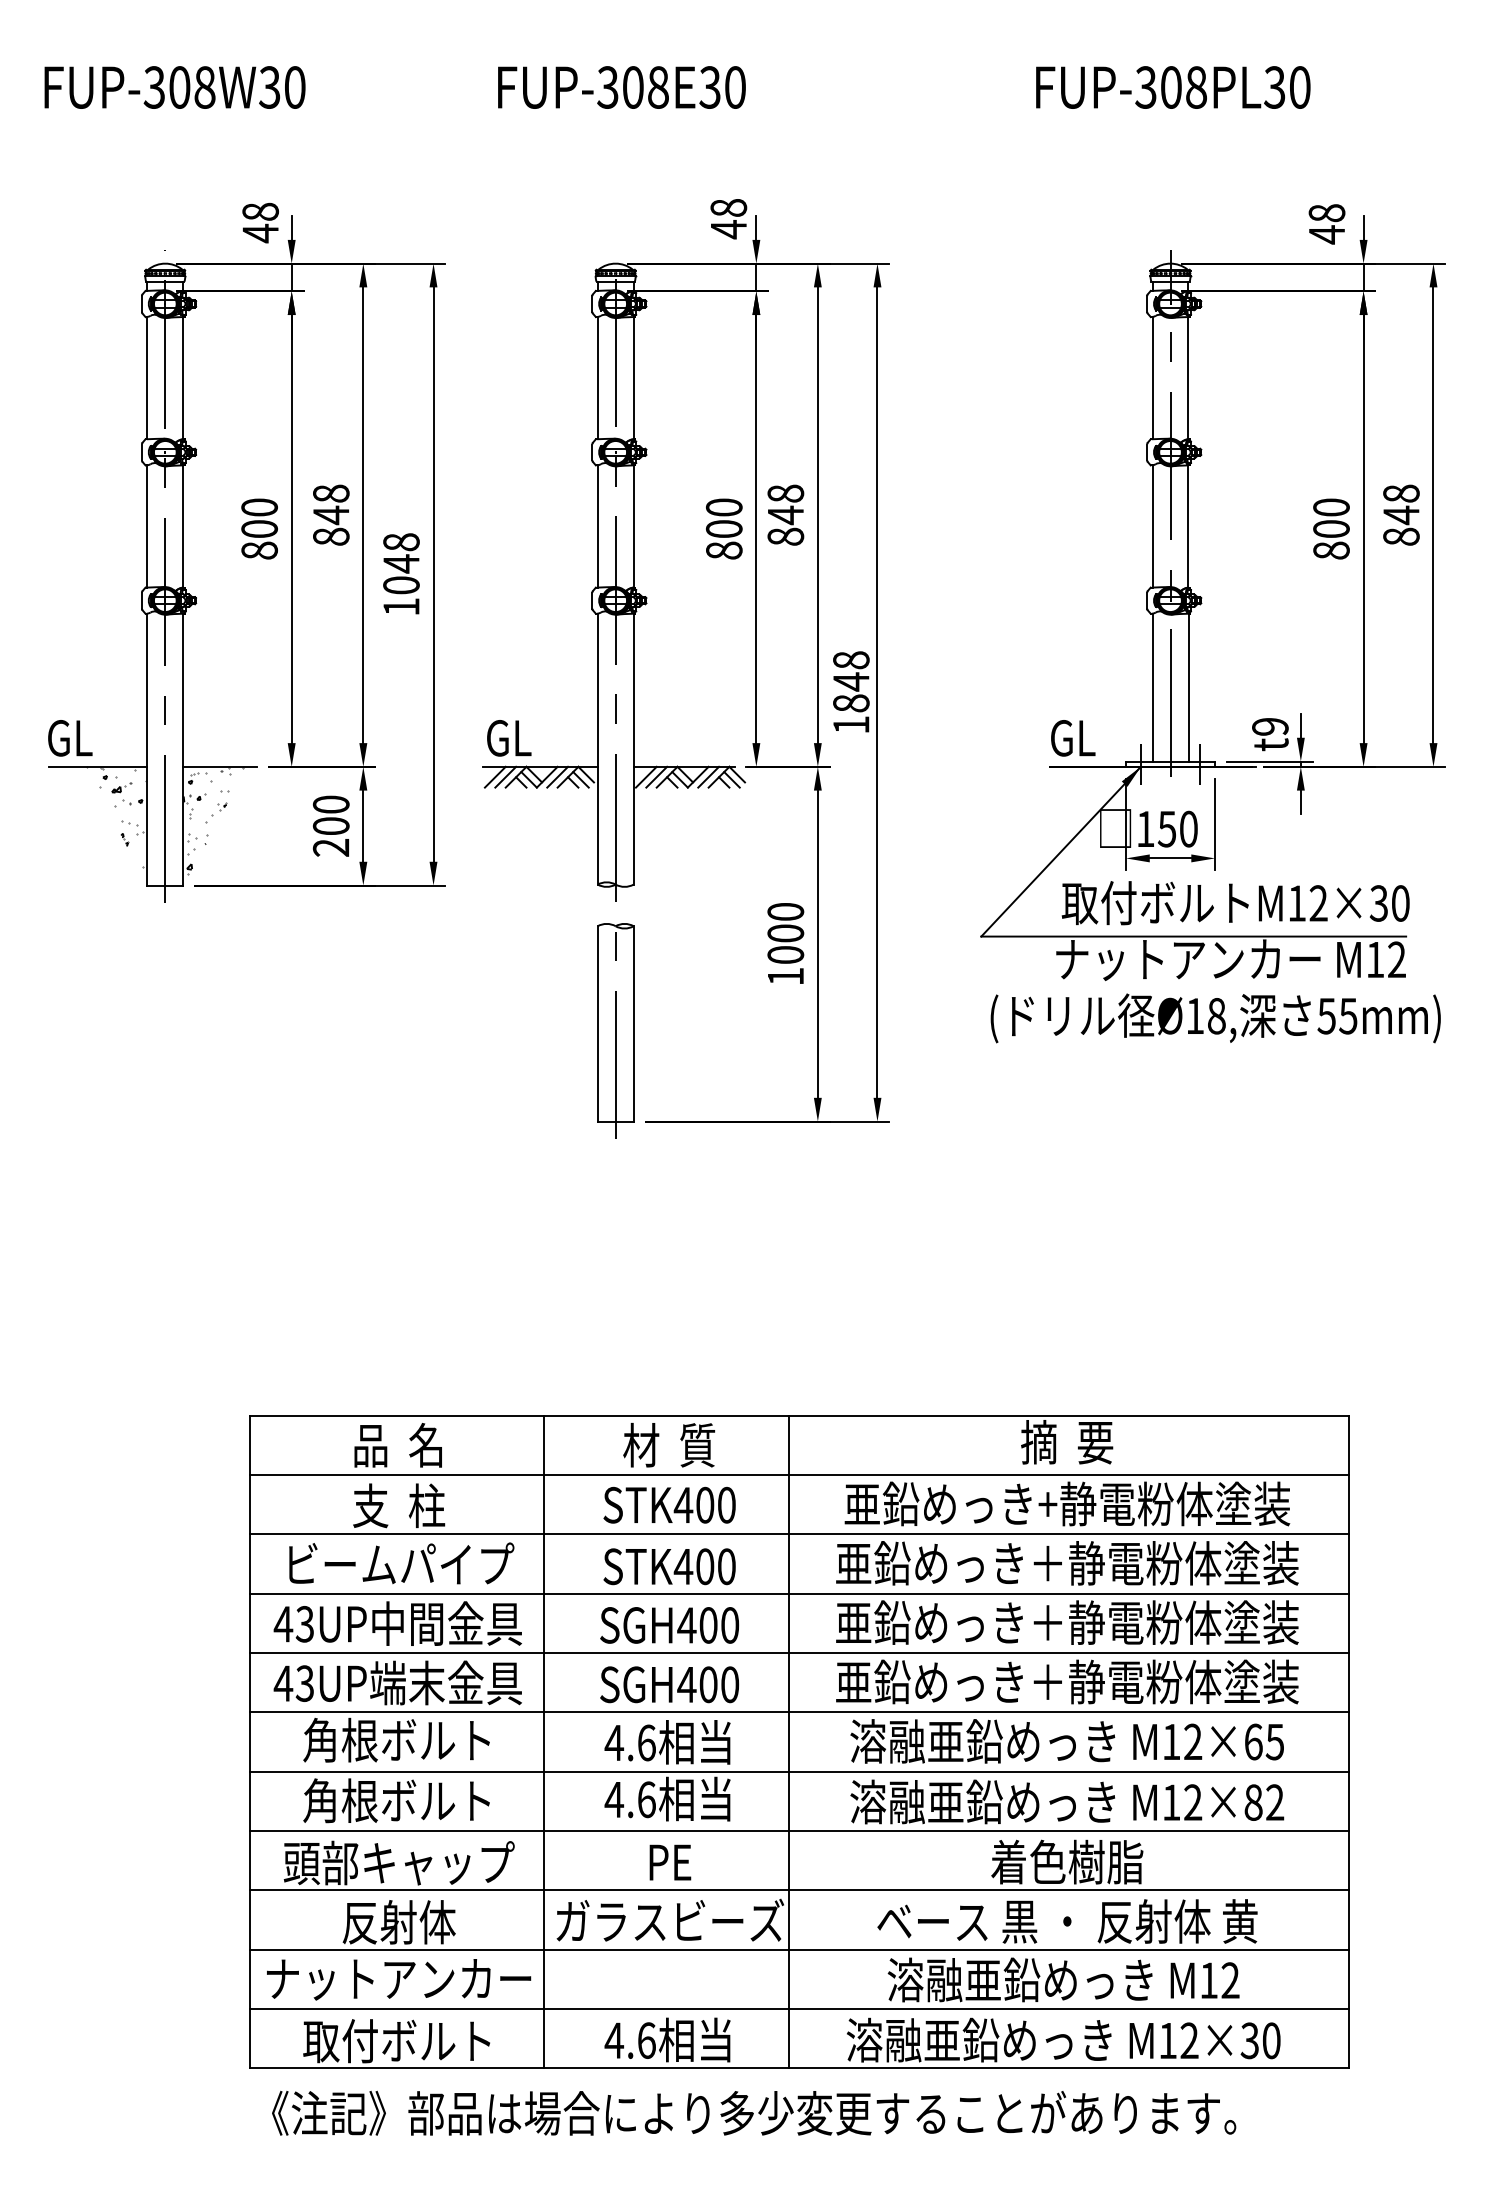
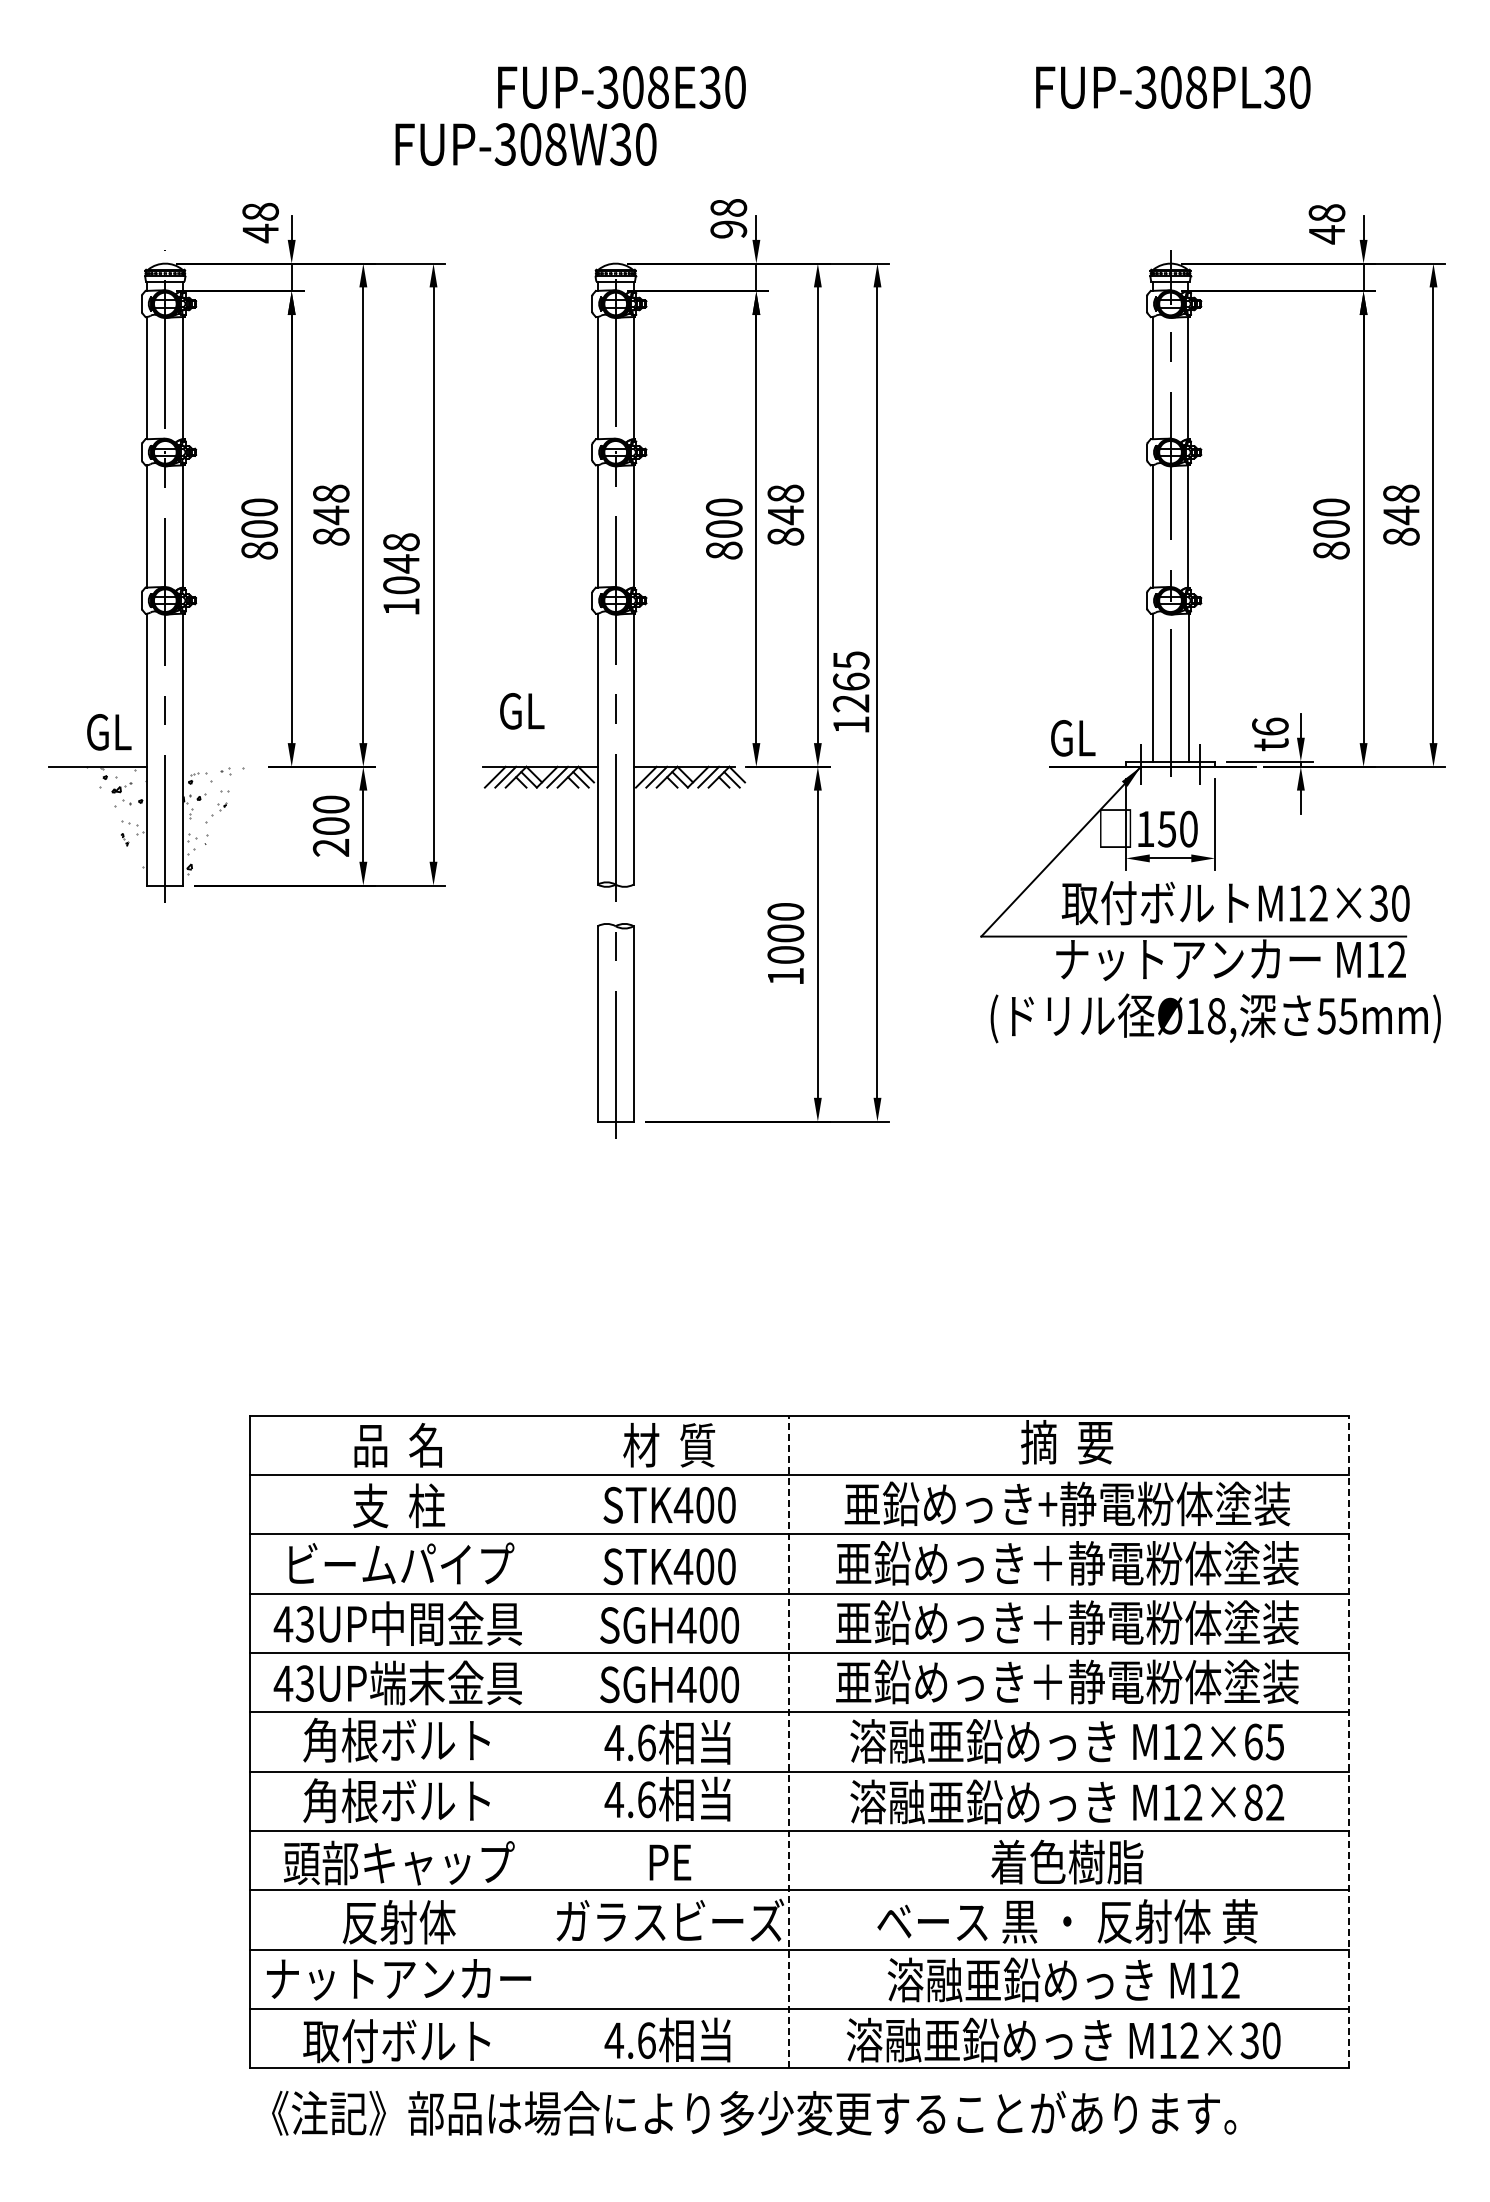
text at (174, 87) position: (174, 87) -> (525, 144)
text at (728, 229): 48 -> 98
text at (851, 681): 1848 -> 1265
text at (1270, 726): t9 -> t6
text at (70, 738) position: (70, 738) -> (109, 732)
text at (509, 738) position: (509, 738) -> (522, 711)
line at (219, 766): present -> none
line at (544, 1741): present -> none
line at (789, 1741): solid -> dashed
line at (1348, 1741): solid -> dashed
